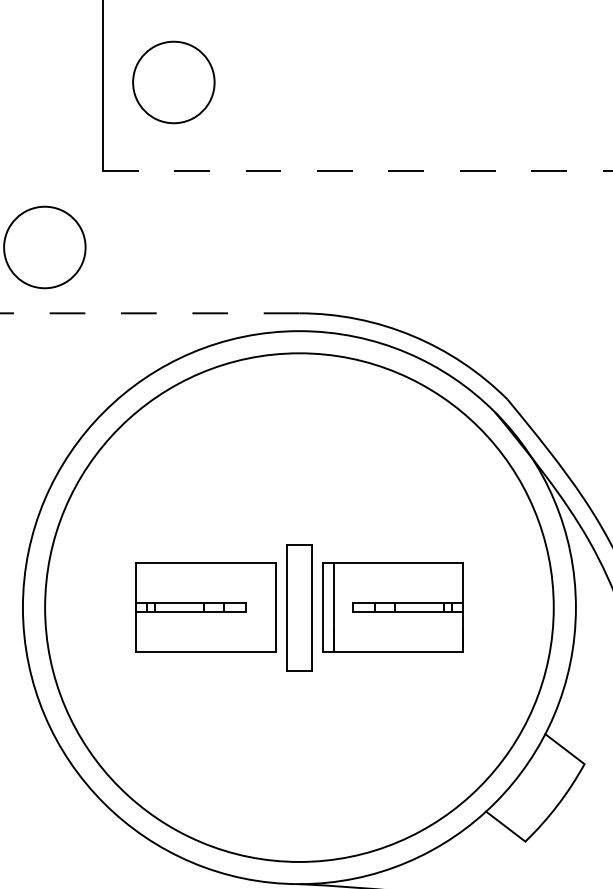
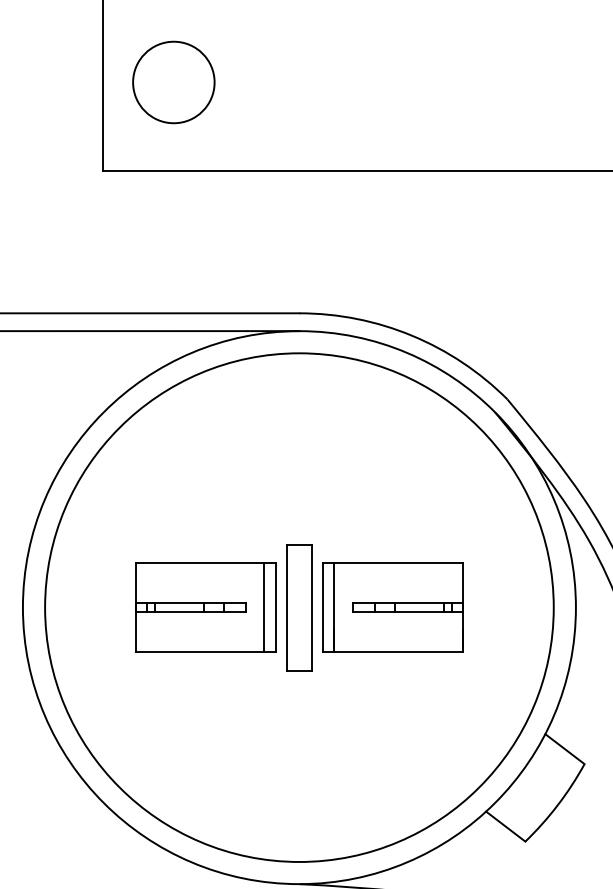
line at (357, 171): dashed -> solid
circle at (44, 247): present -> none
line at (149, 313): dashed -> solid
line at (150, 331): none -> present
line at (264, 607): none -> present
